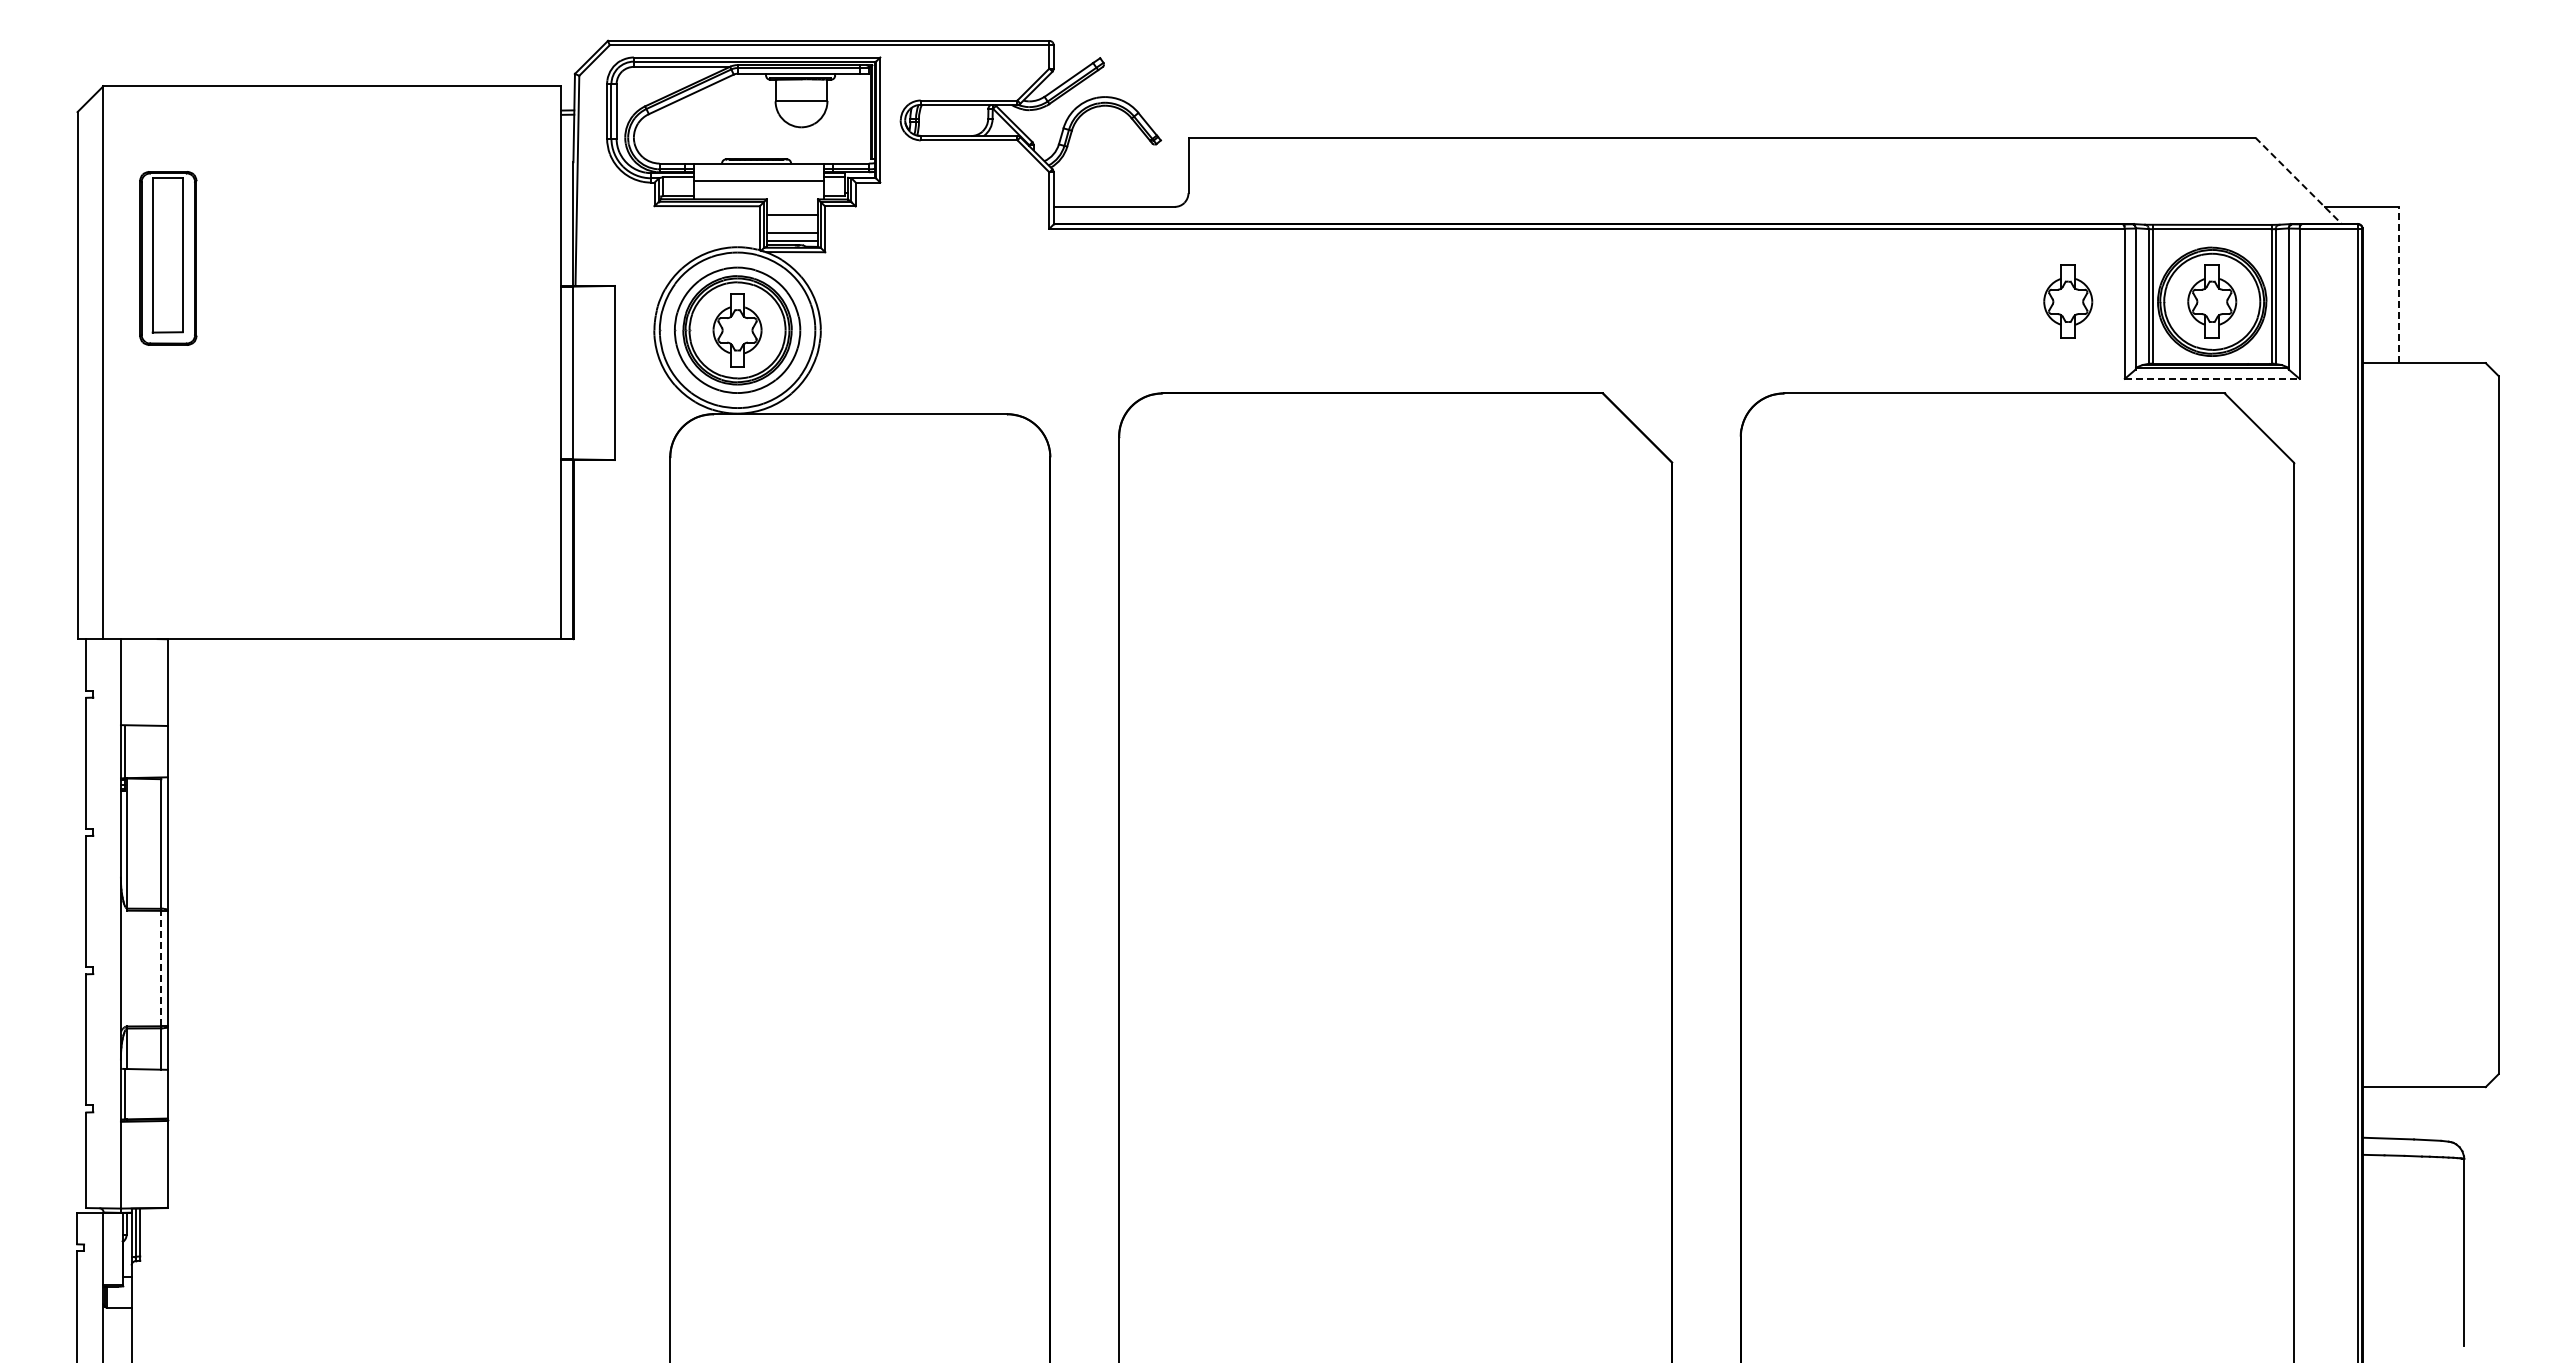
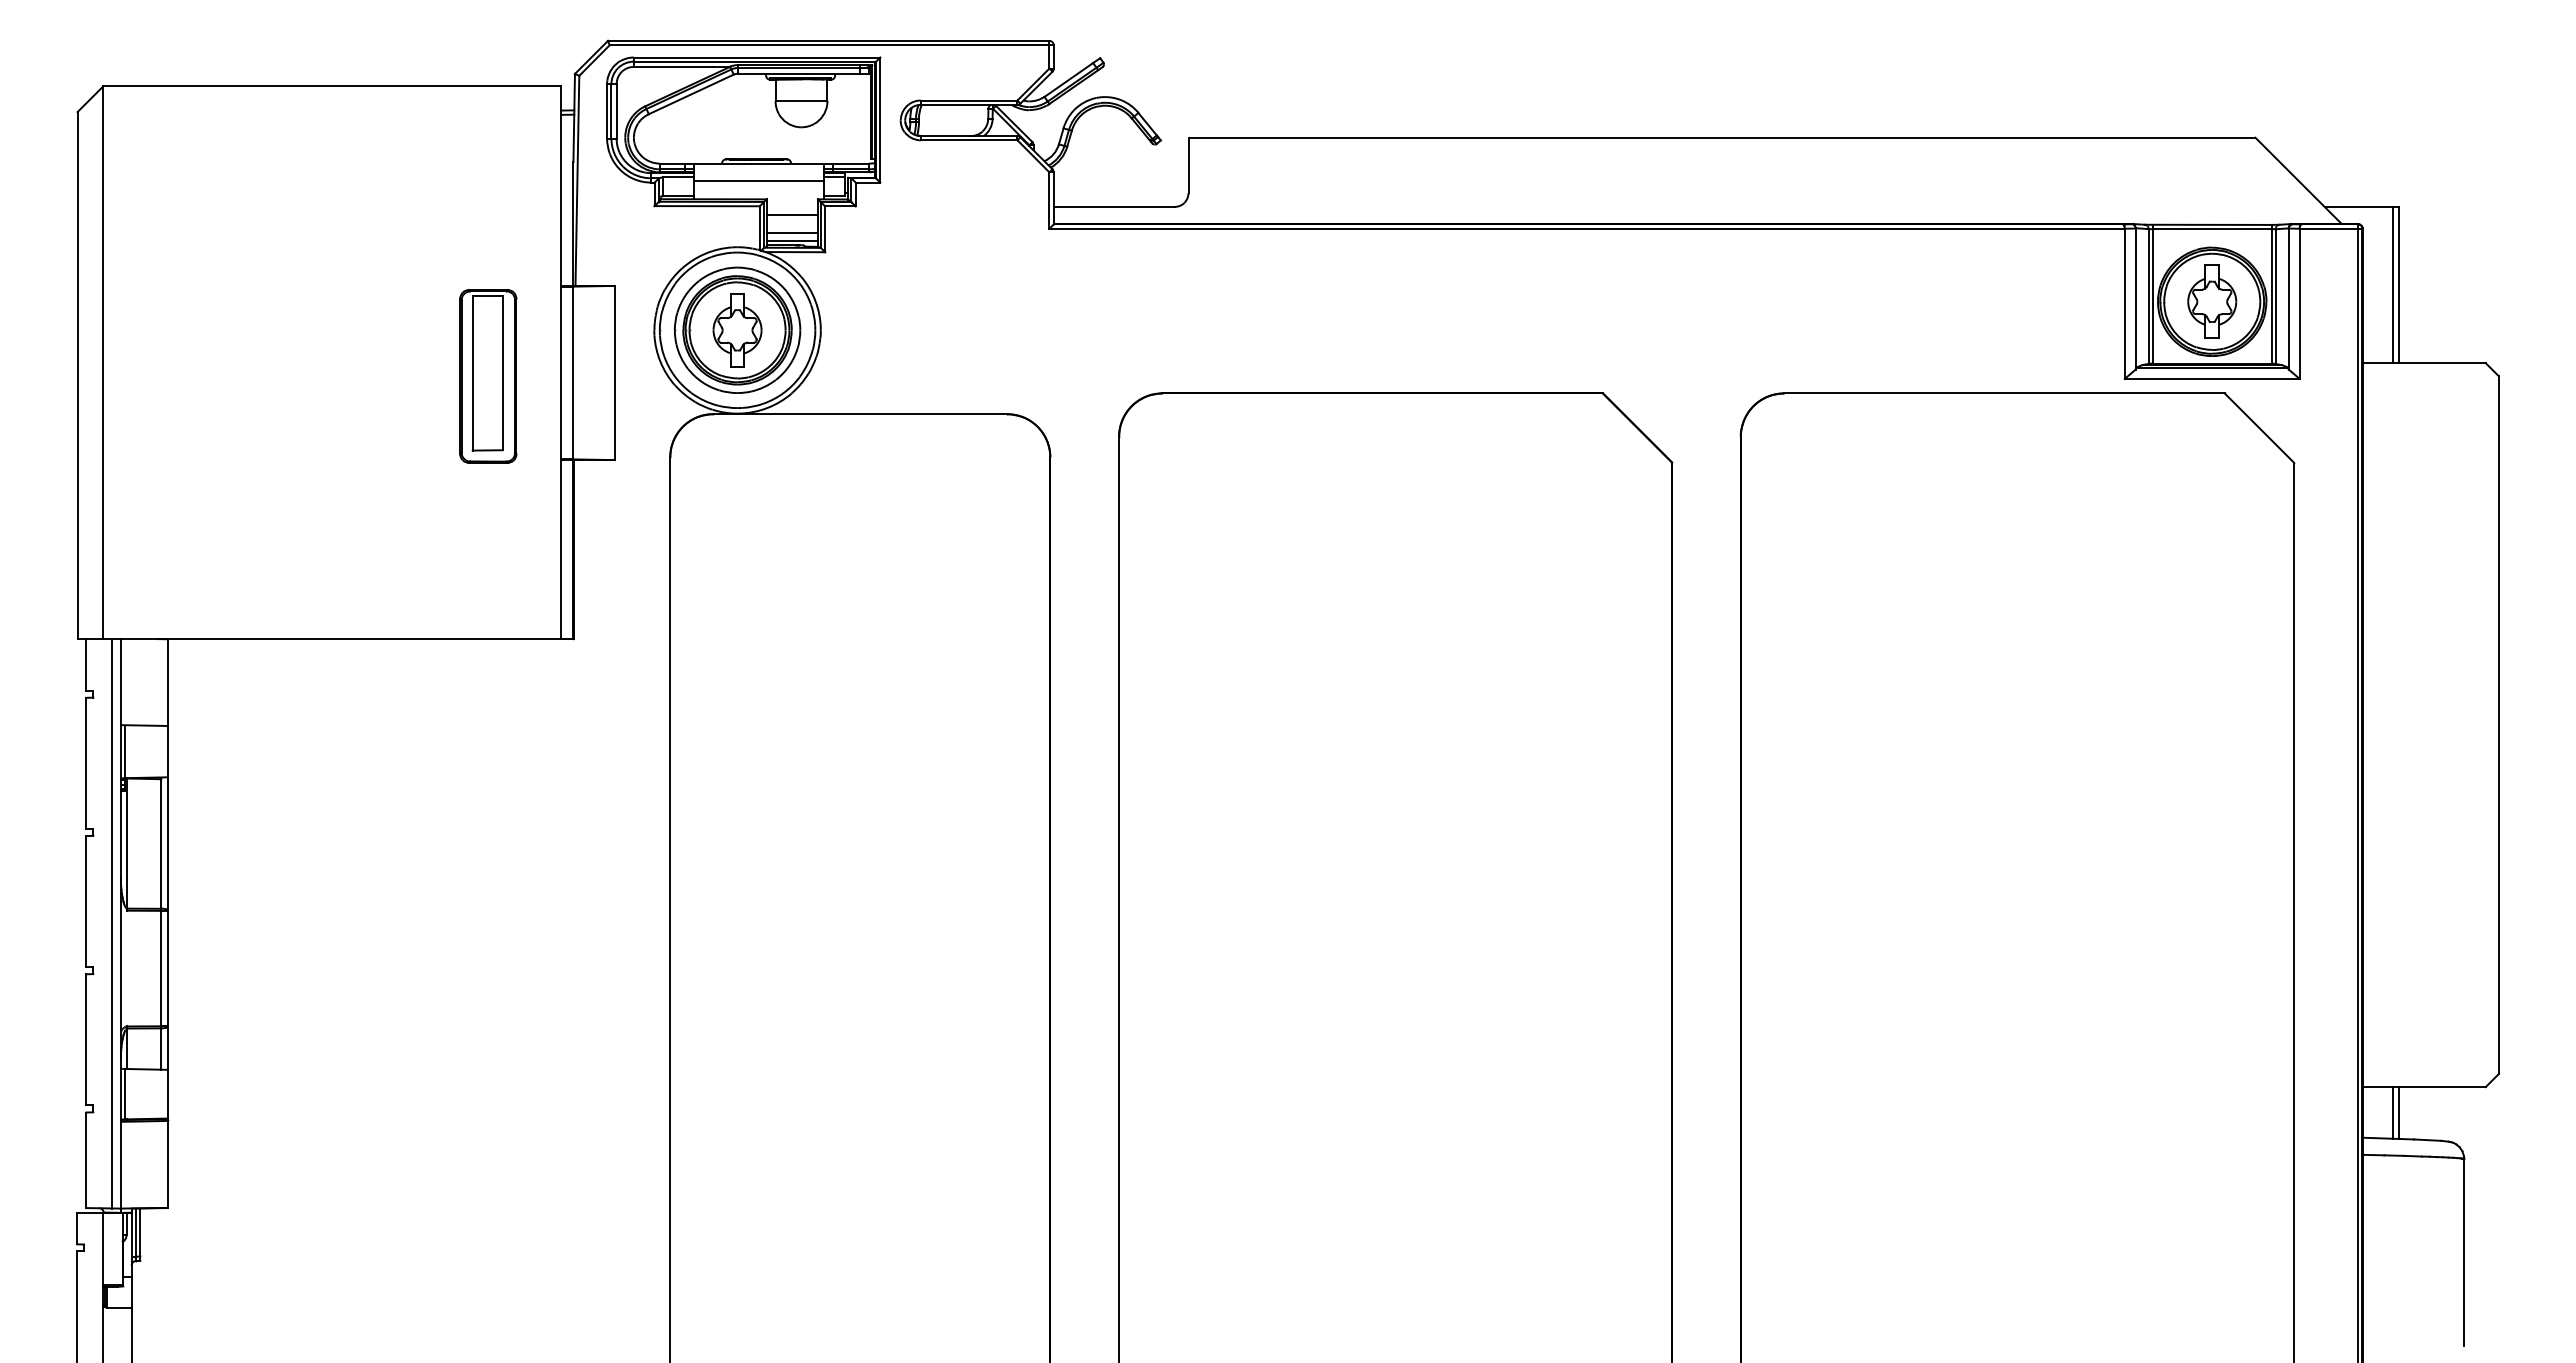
line at (2298, 181): dashed -> solid
part at (168, 258) position: (168, 258) -> (488, 376)
line at (2392, 284): none -> present
line at (2399, 284): dashed -> solid
part at (2068, 301): present -> none
line at (2212, 378): dashed -> solid
line at (112, 923): none -> present
line at (161, 968): dashed -> solid
line at (2392, 1112): none -> present
line at (2399, 1112): none -> present
